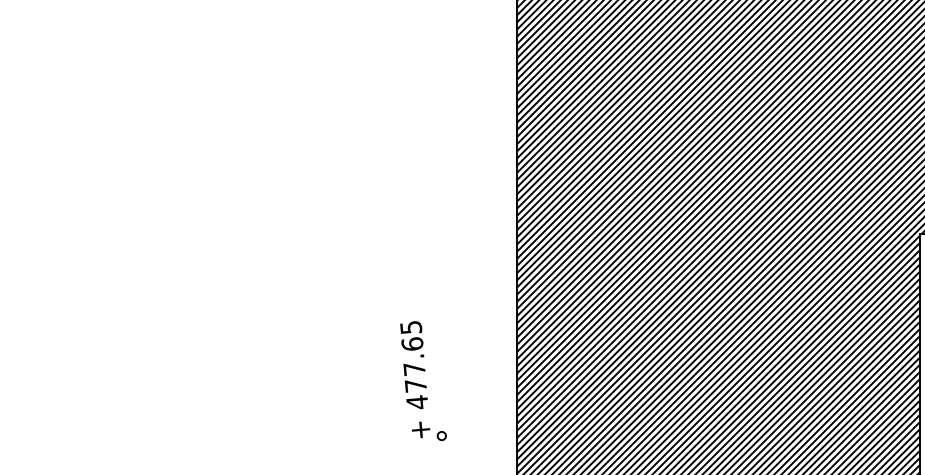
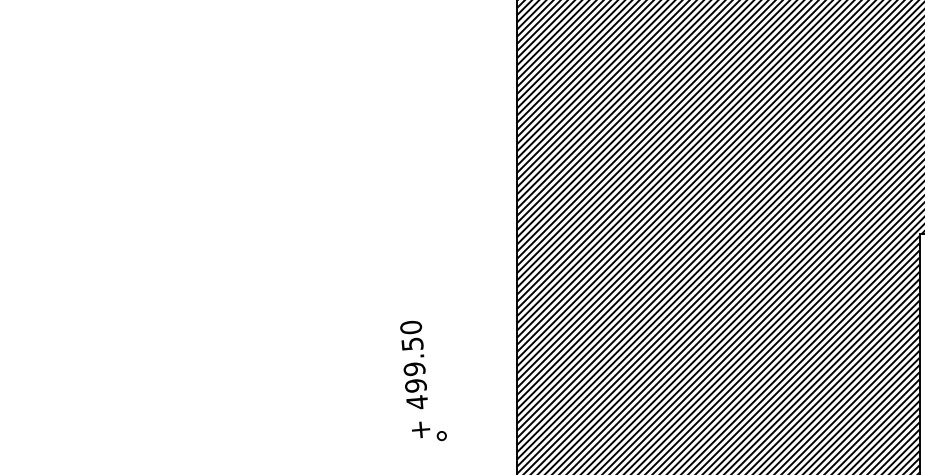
text at (413, 356): 477.65 -> 499.50
